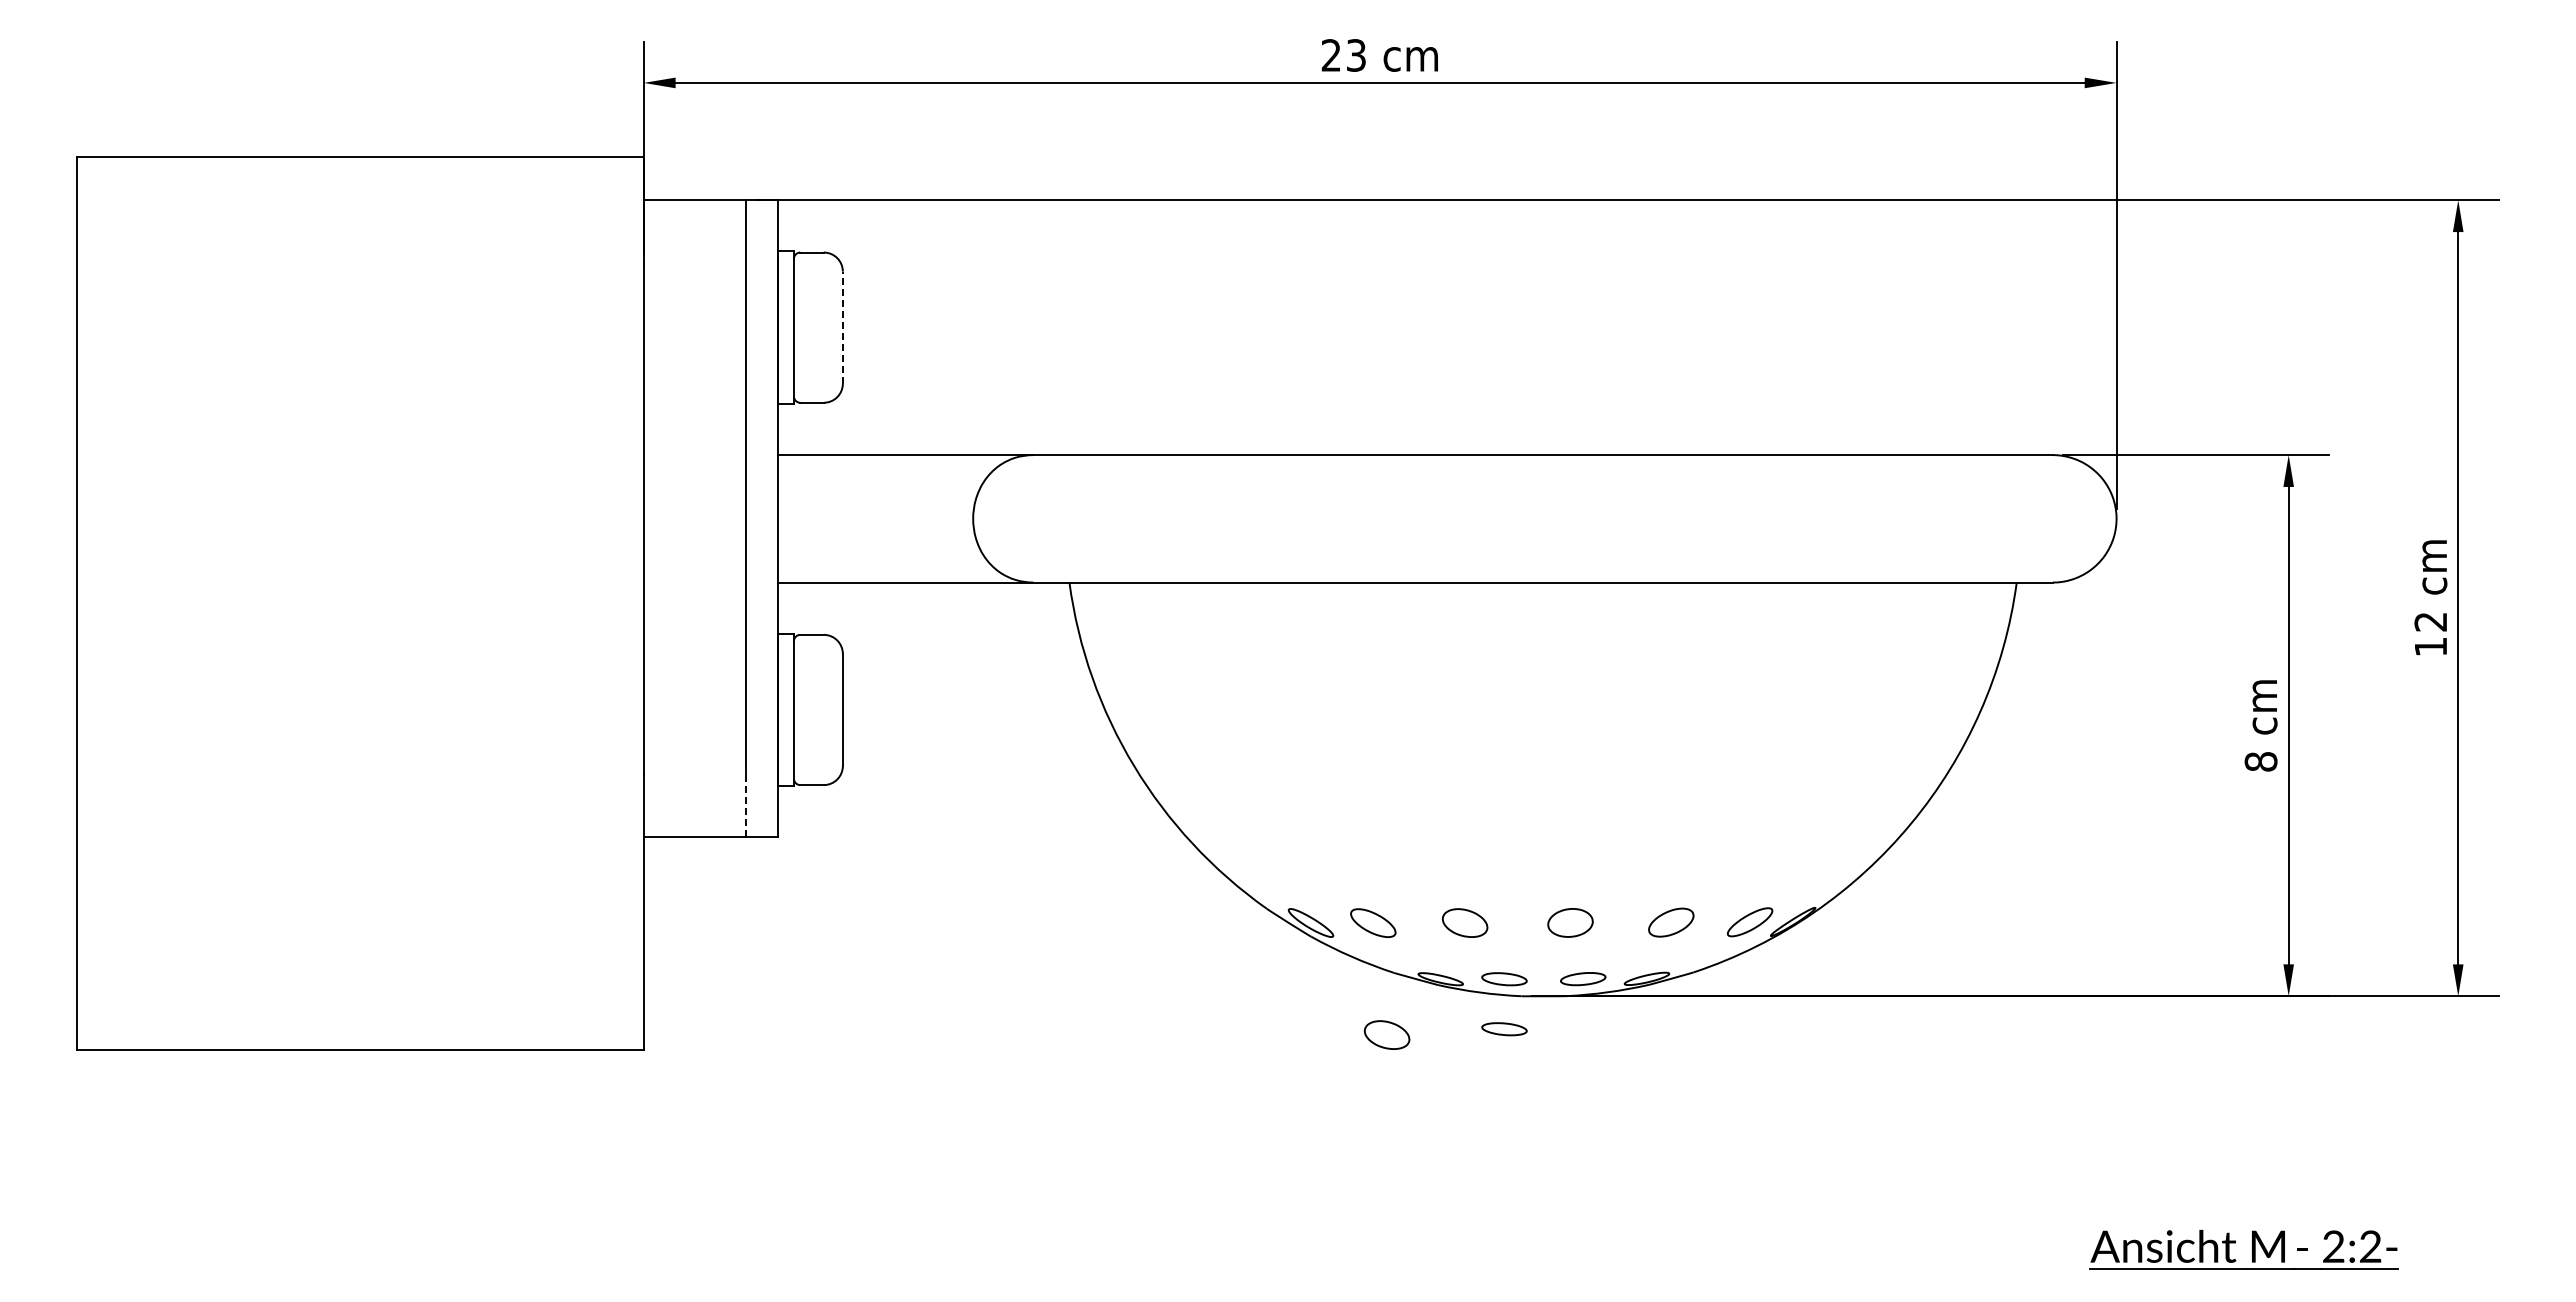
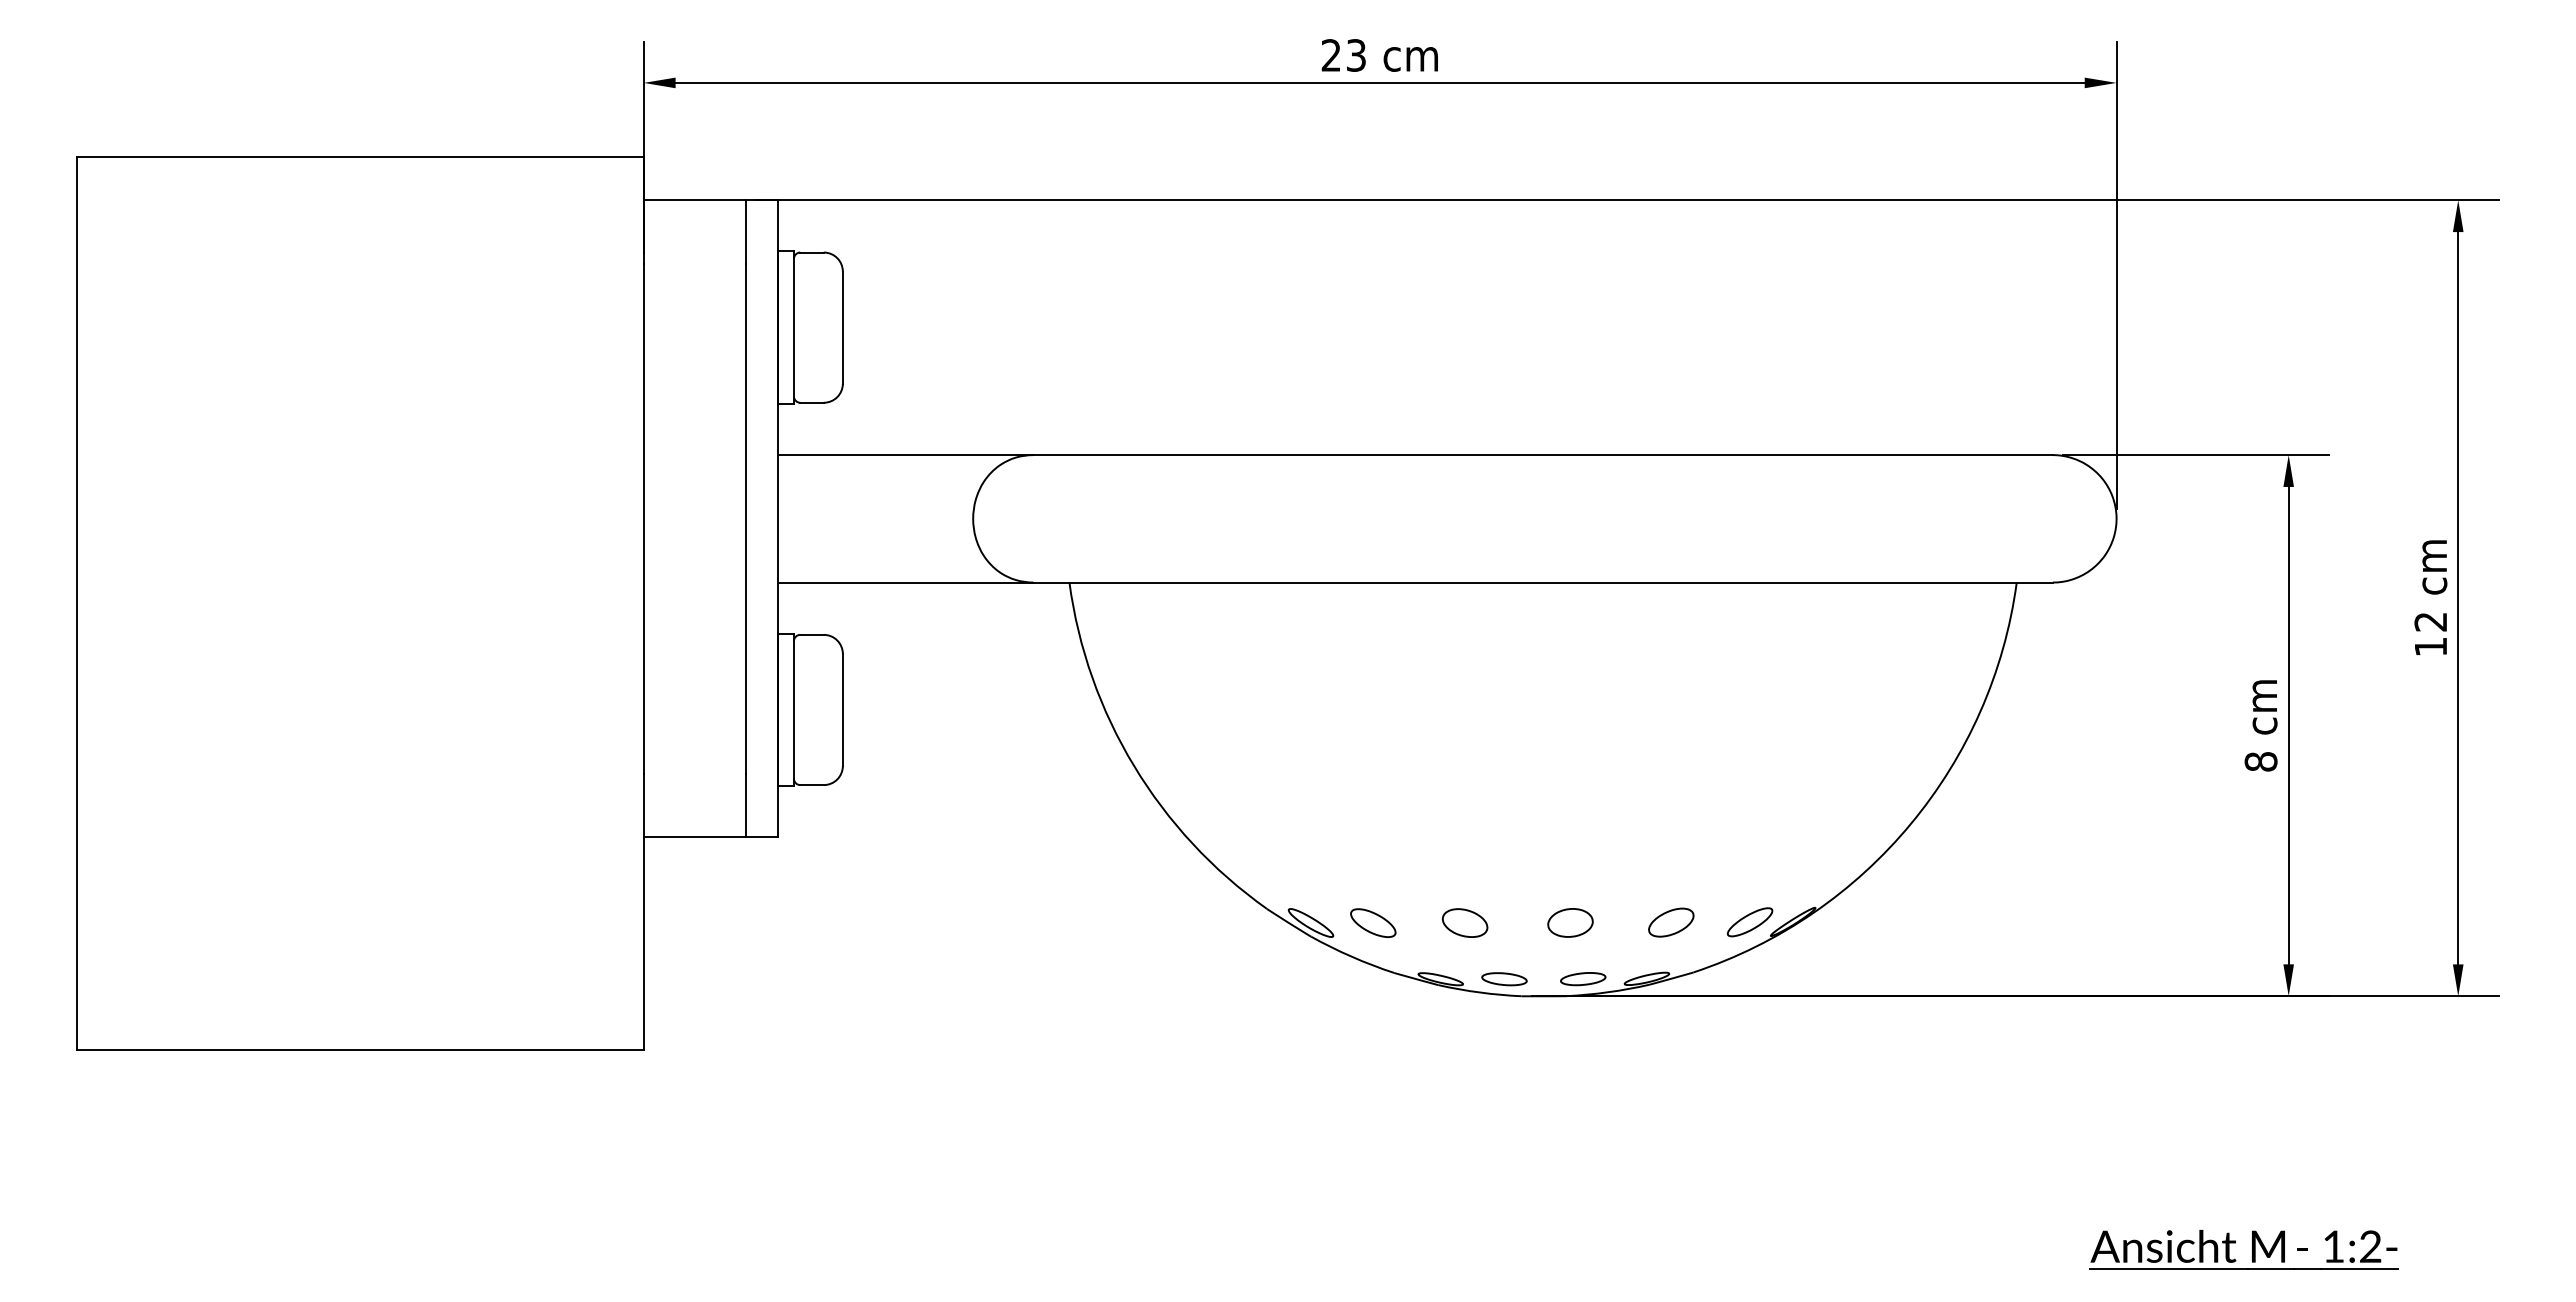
line at (842, 327): dashed -> solid
line at (745, 805): dashed -> solid
part at (1504, 1029): present -> none
part at (1386, 1034): present -> none
text at (2333, 1246): 2:2- -> 1:2-
